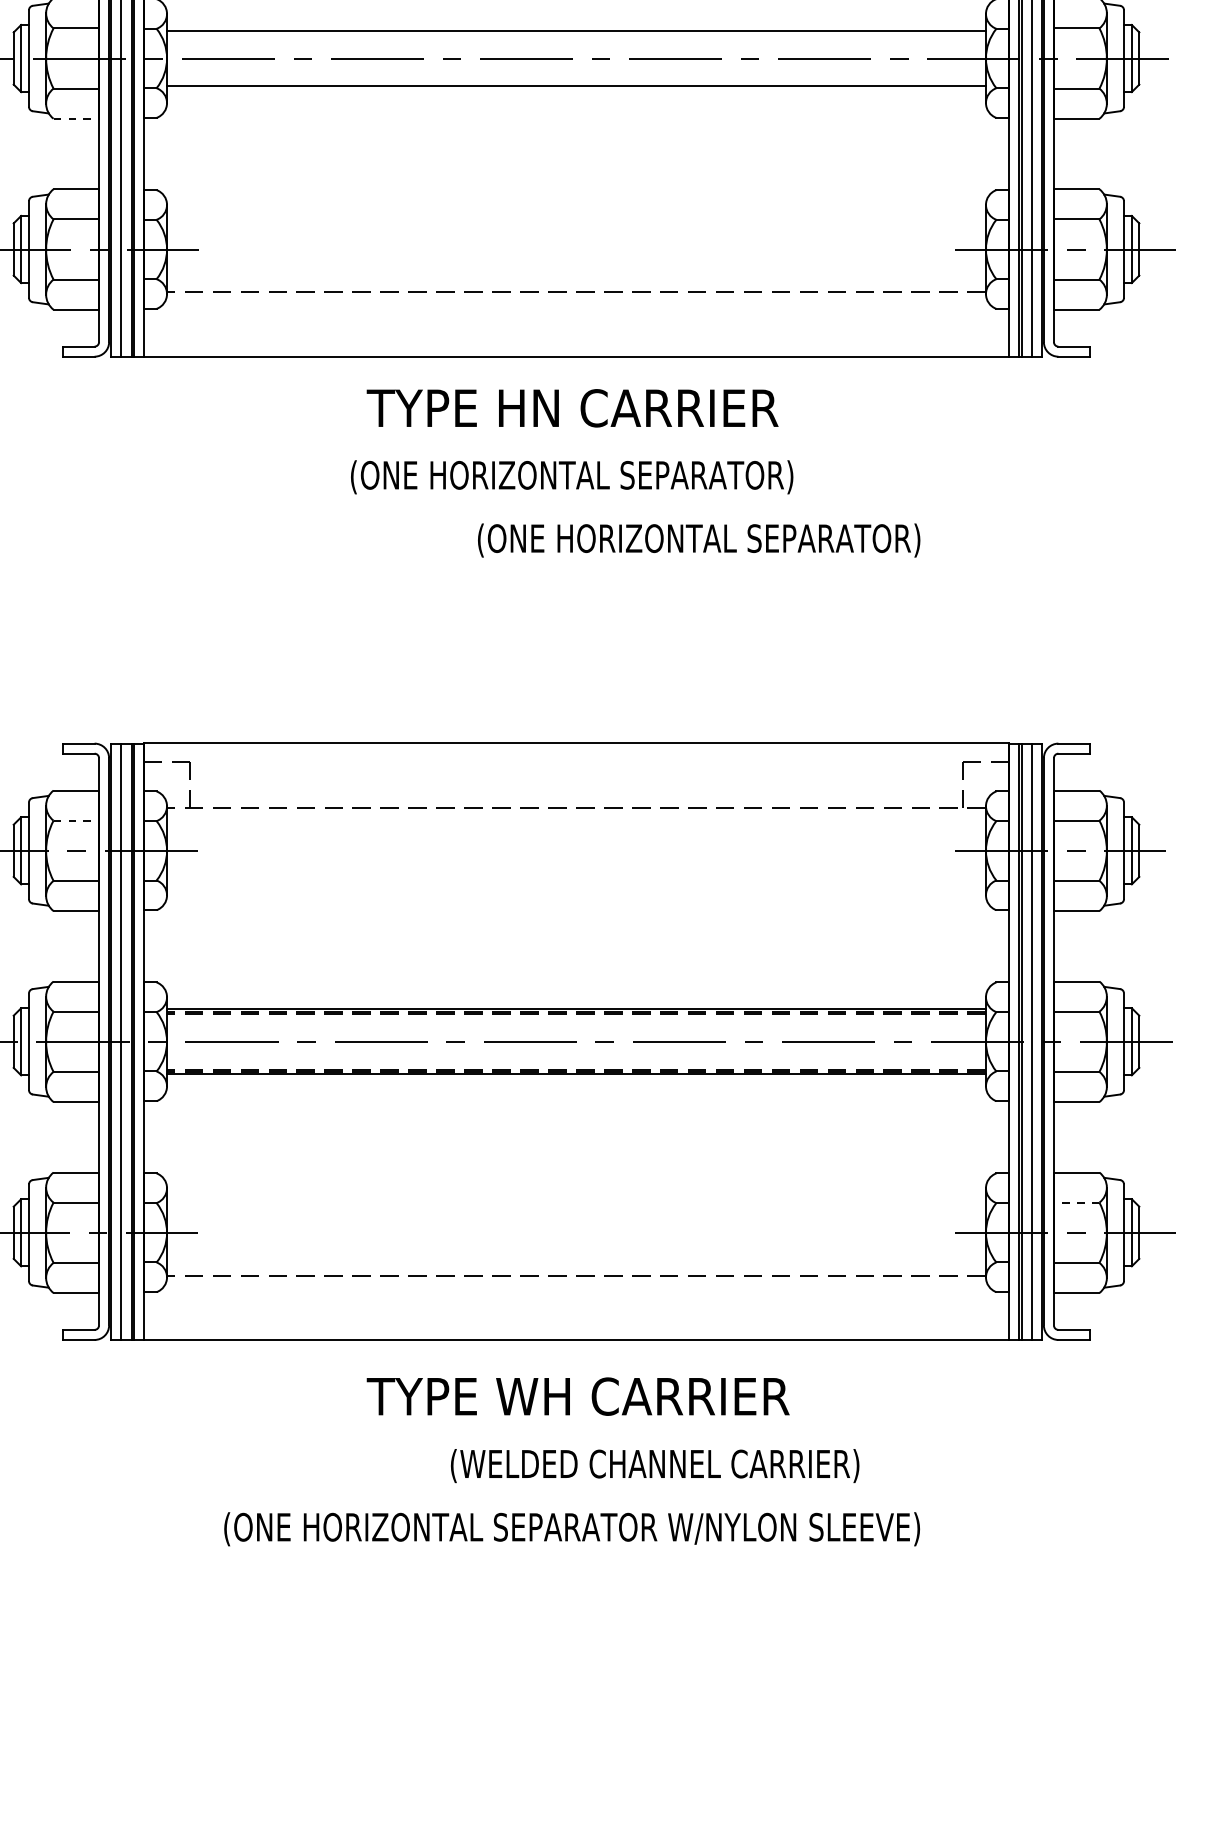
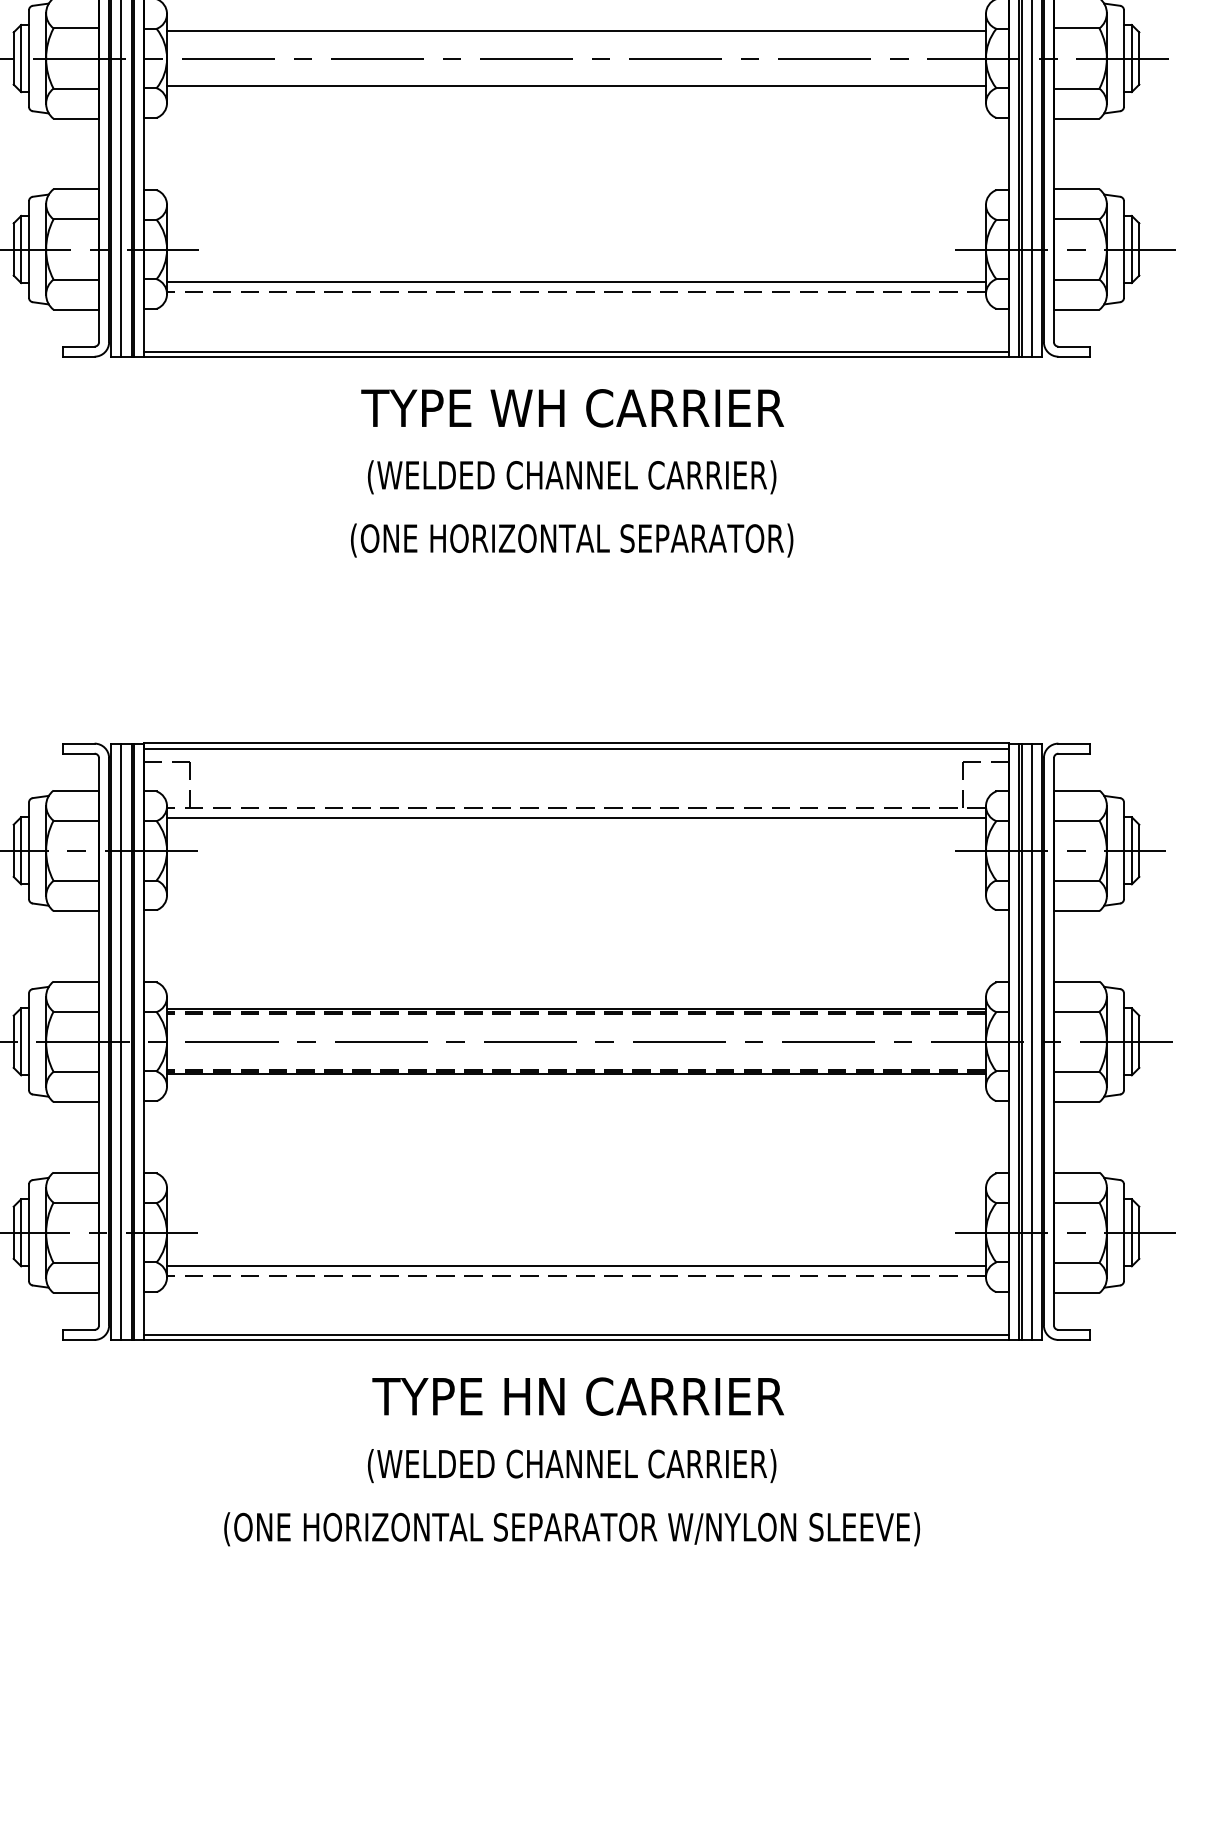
line at (76, 118): dashed -> solid
line at (576, 282): none -> present
line at (576, 351): none -> present
text at (572, 408): TYPE HN CARRIER -> TYPE WH CARRIER
text at (572, 477): (ONE HORIZONTAL SEPARATOR) -> (WELDED CHANNEL CARRIER)
text at (699, 540) position: (699, 540) -> (572, 540)
line at (576, 748): none -> present
line at (576, 818): none -> present
line at (76, 820): dashed -> solid
line at (1076, 1202): dashed -> solid
line at (576, 1265): none -> present
line at (576, 1335): none -> present
text at (577, 1396): TYPE WH CARRIER -> TYPE HN CARRIER
text at (655, 1466) position: (655, 1466) -> (572, 1466)
